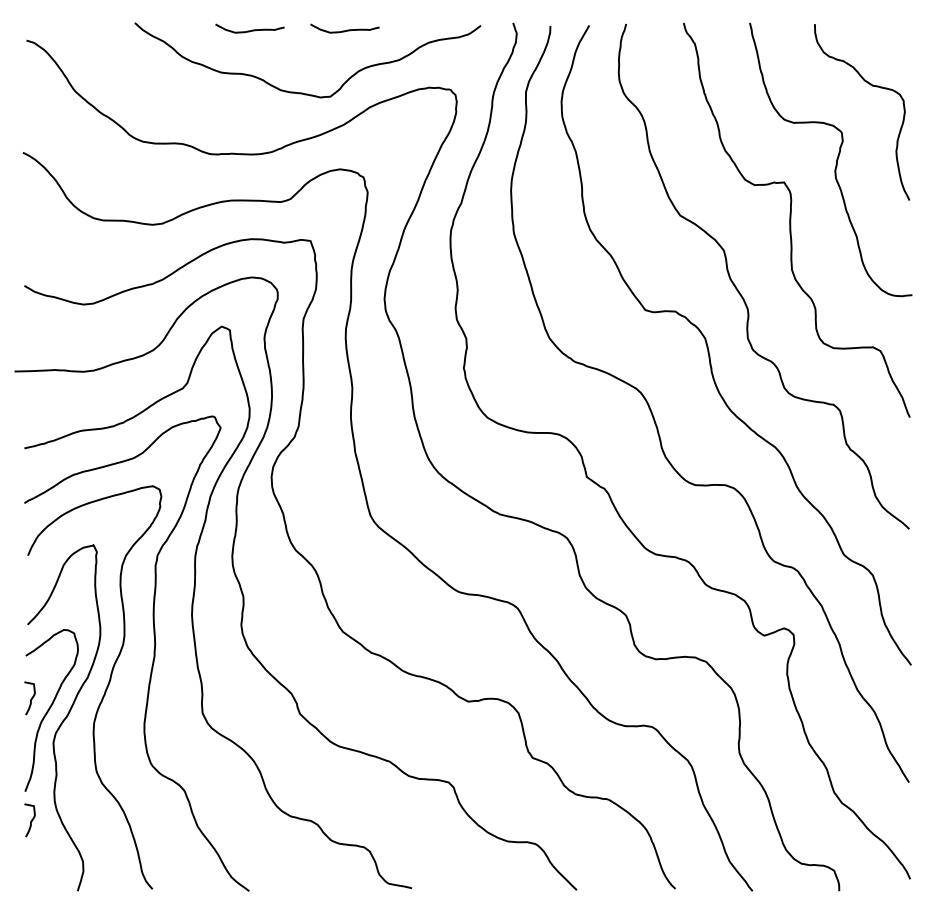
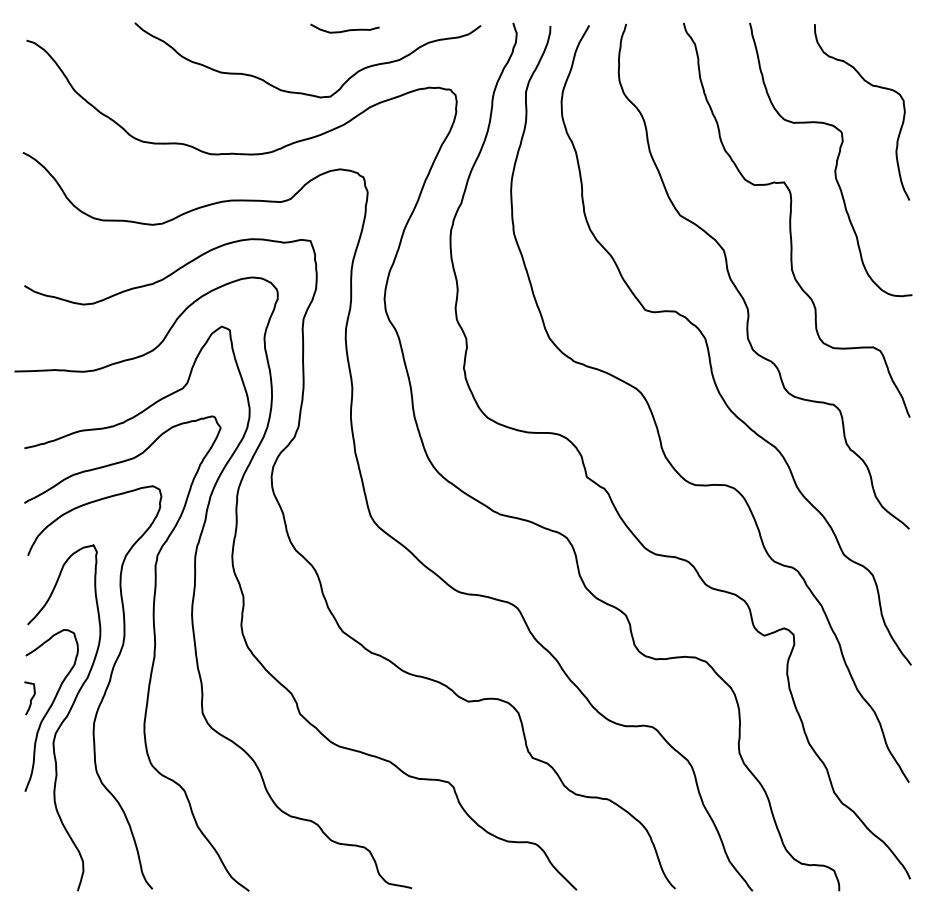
curve at (249, 30): present -> none
curve at (30, 821): present -> none
